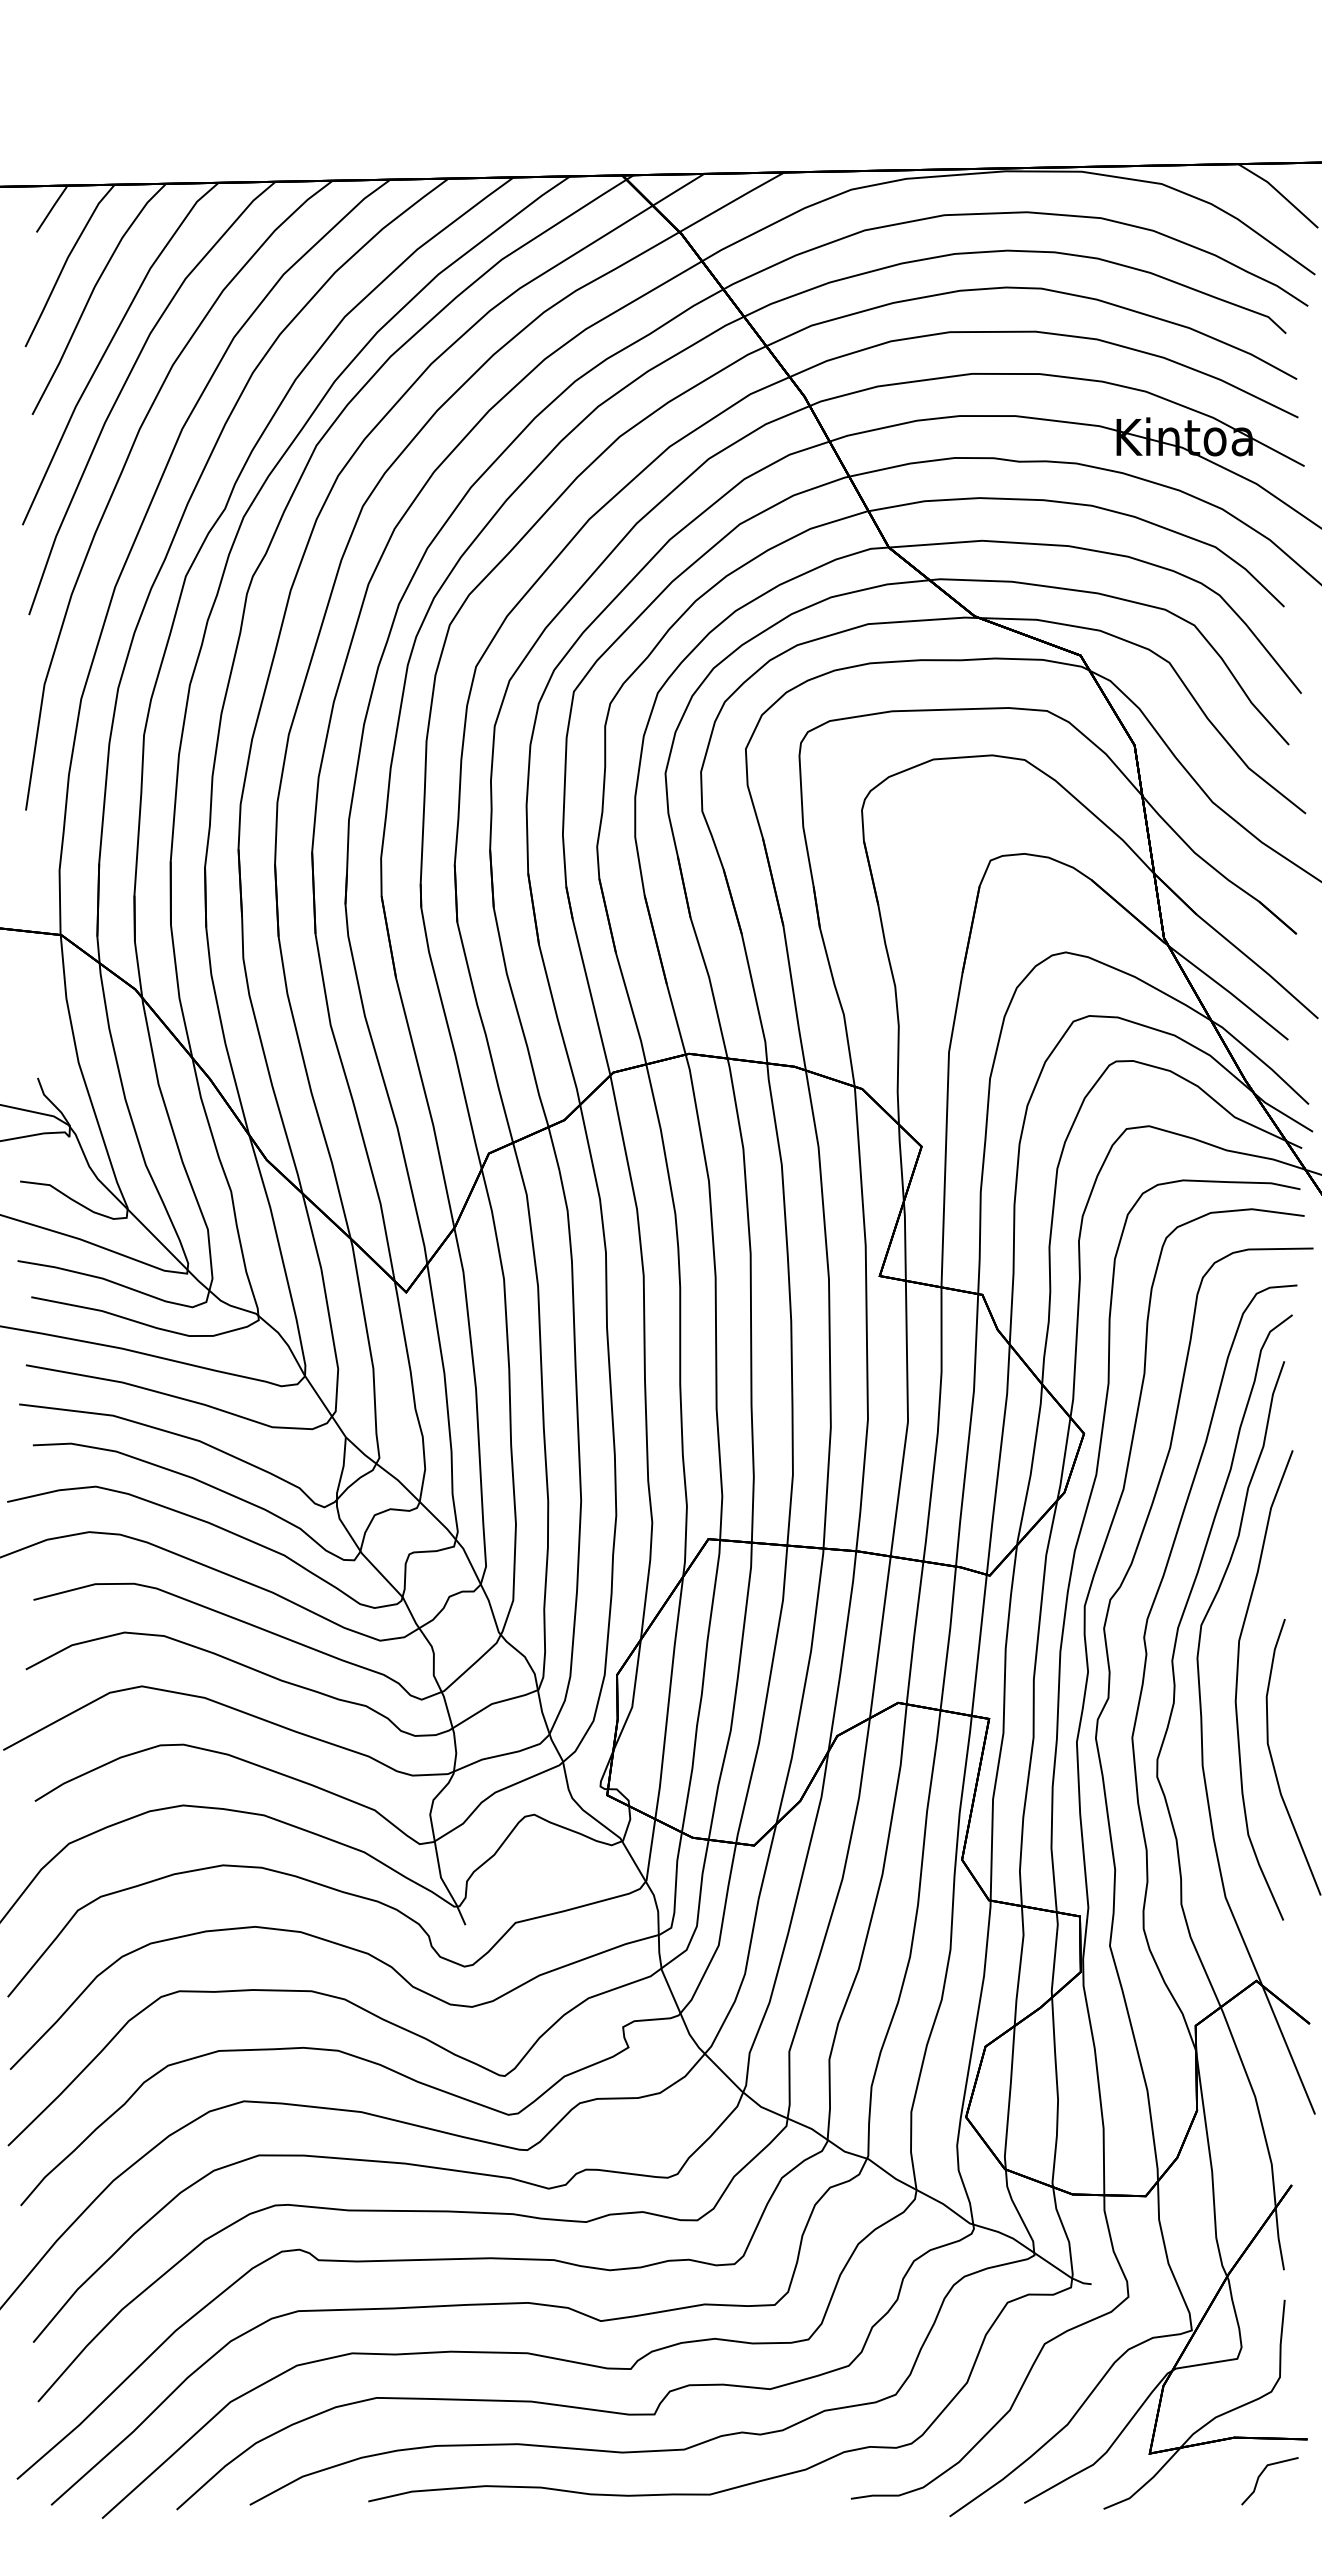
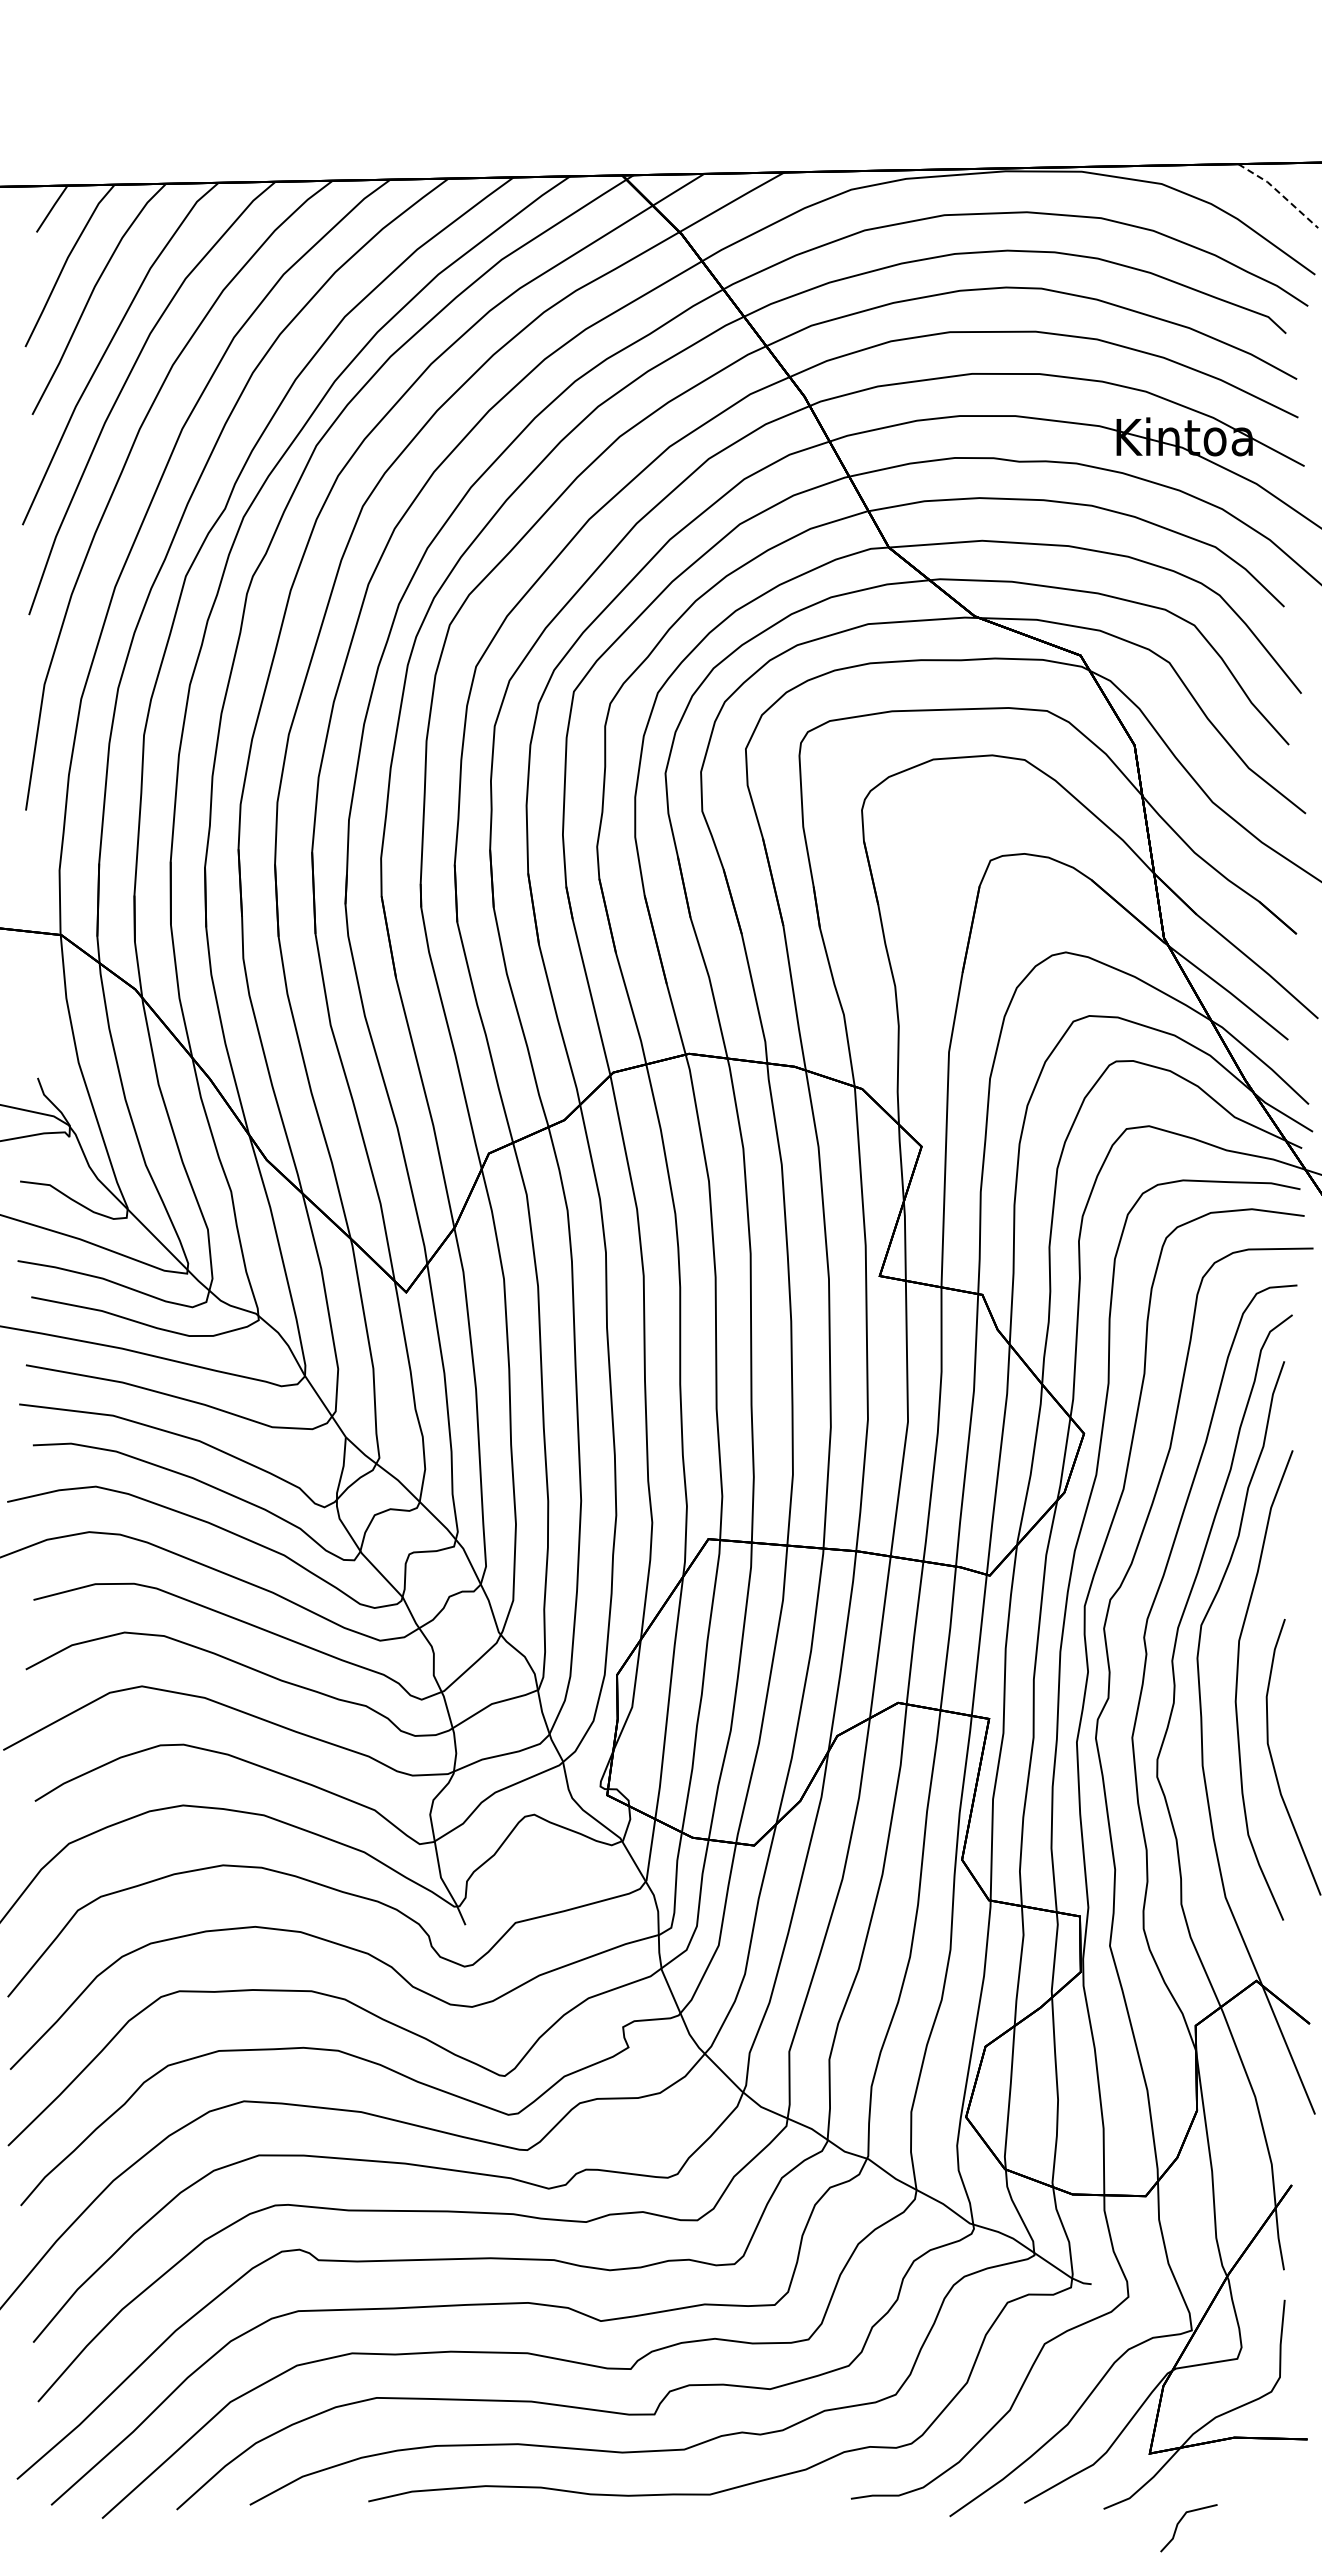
line at (1279, 193): solid -> dashed
line at (1260, 2476) position: (1260, 2476) -> (1179, 2523)
